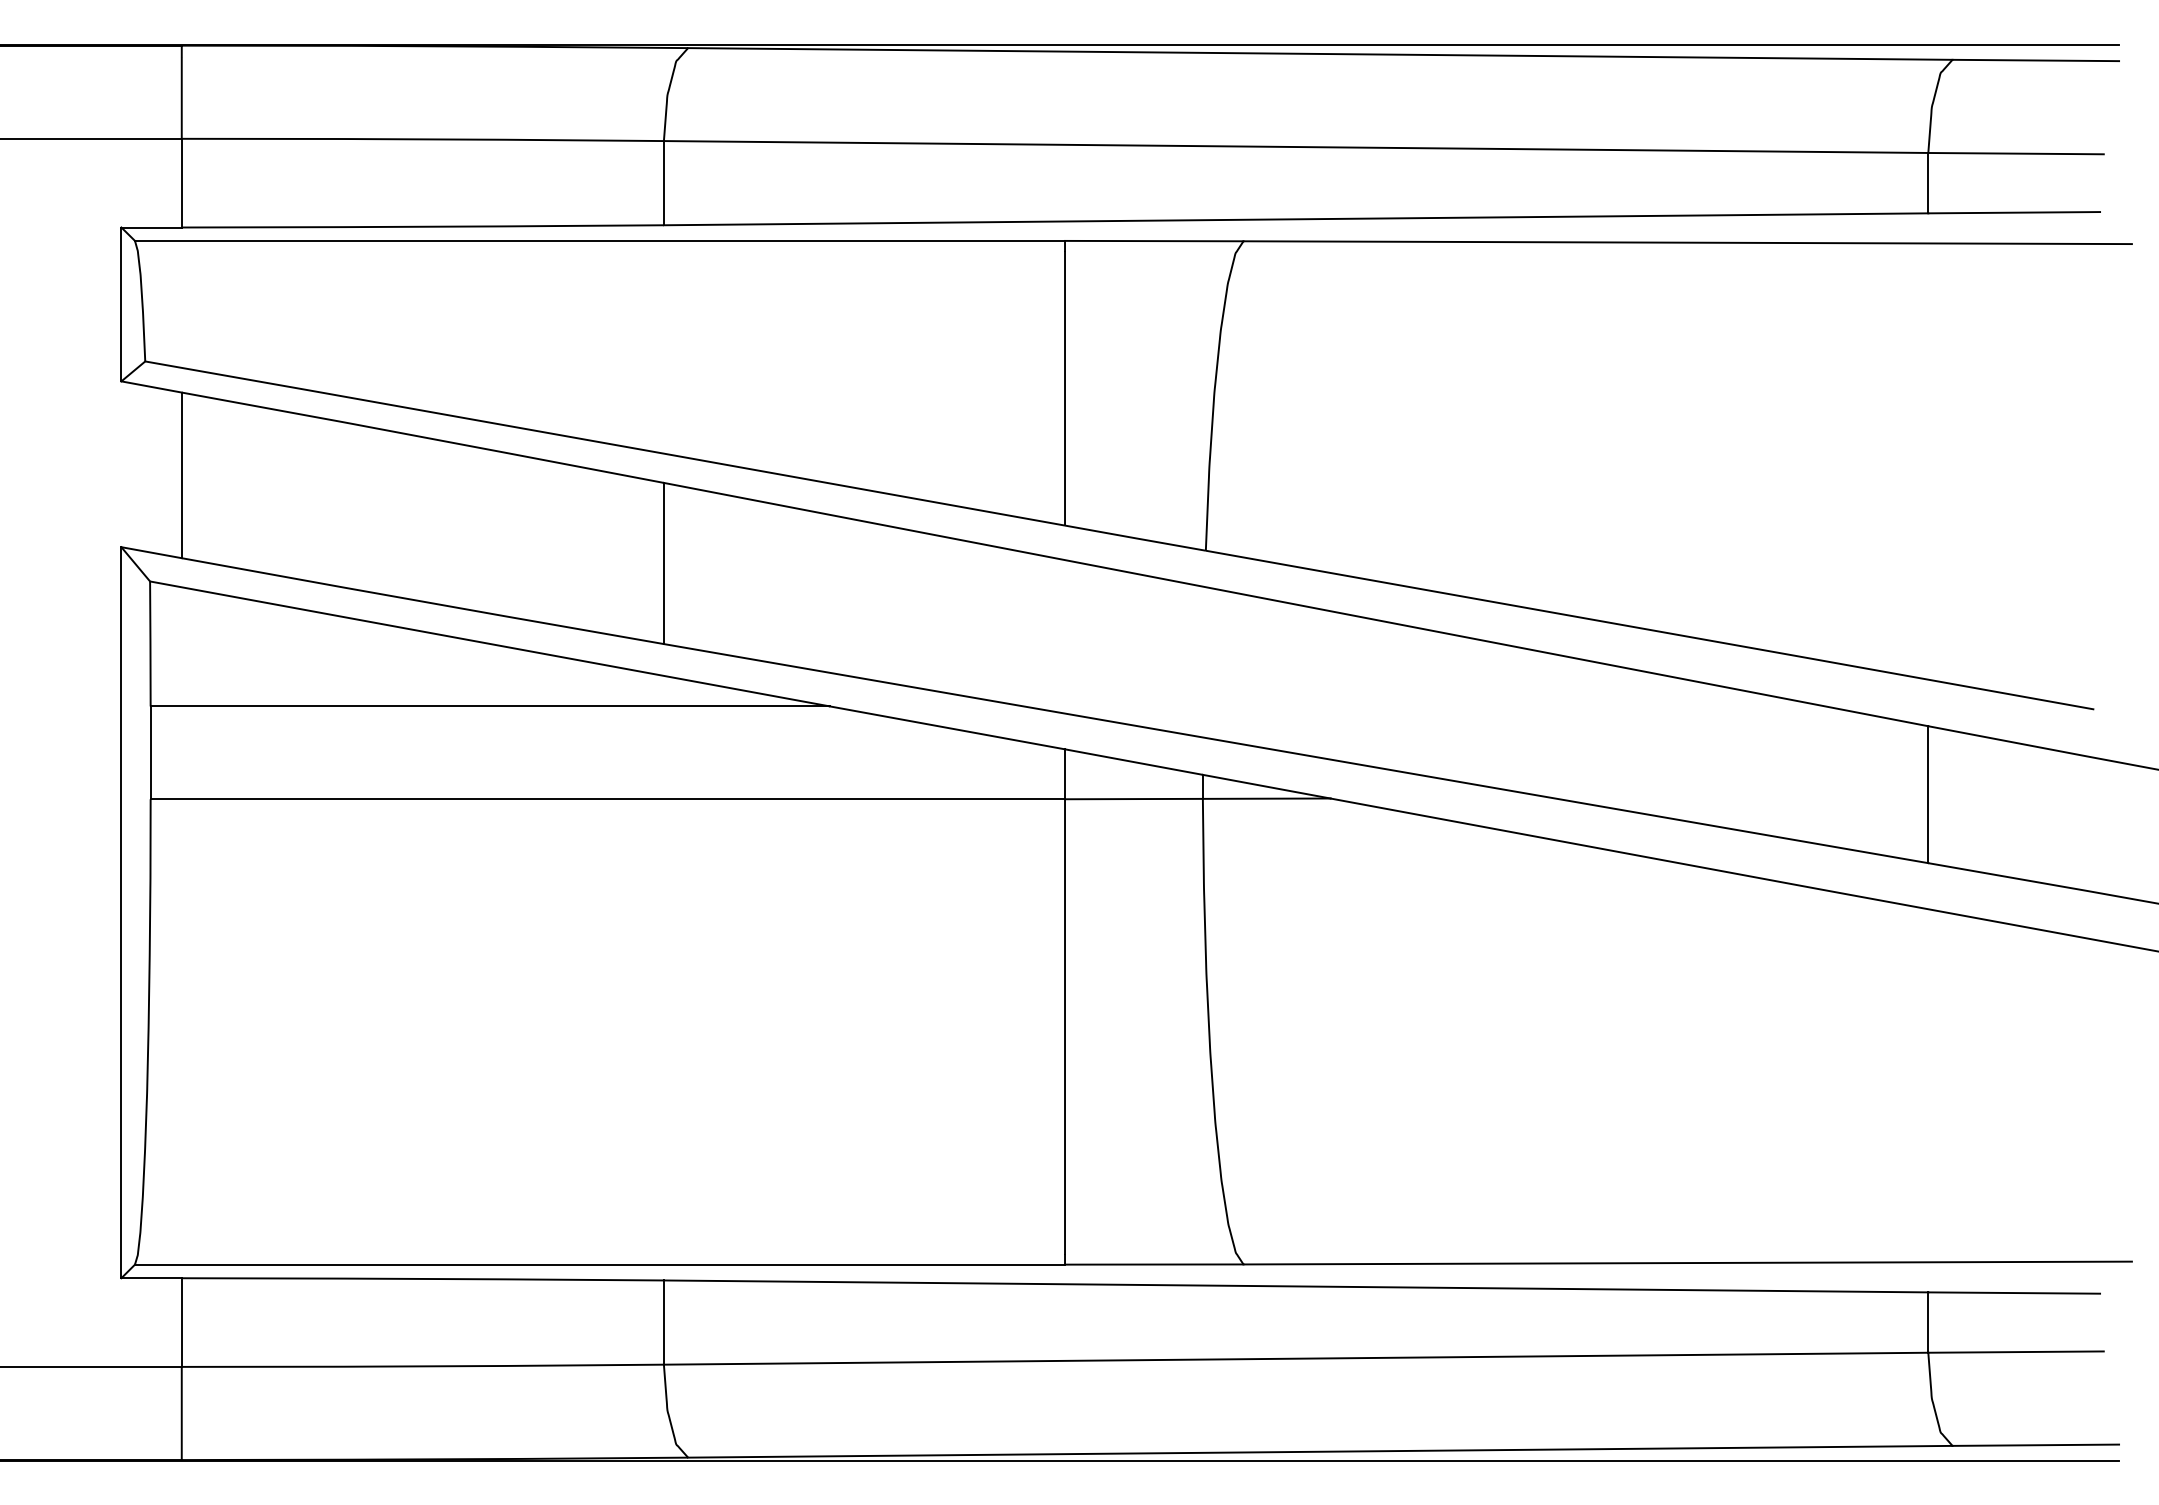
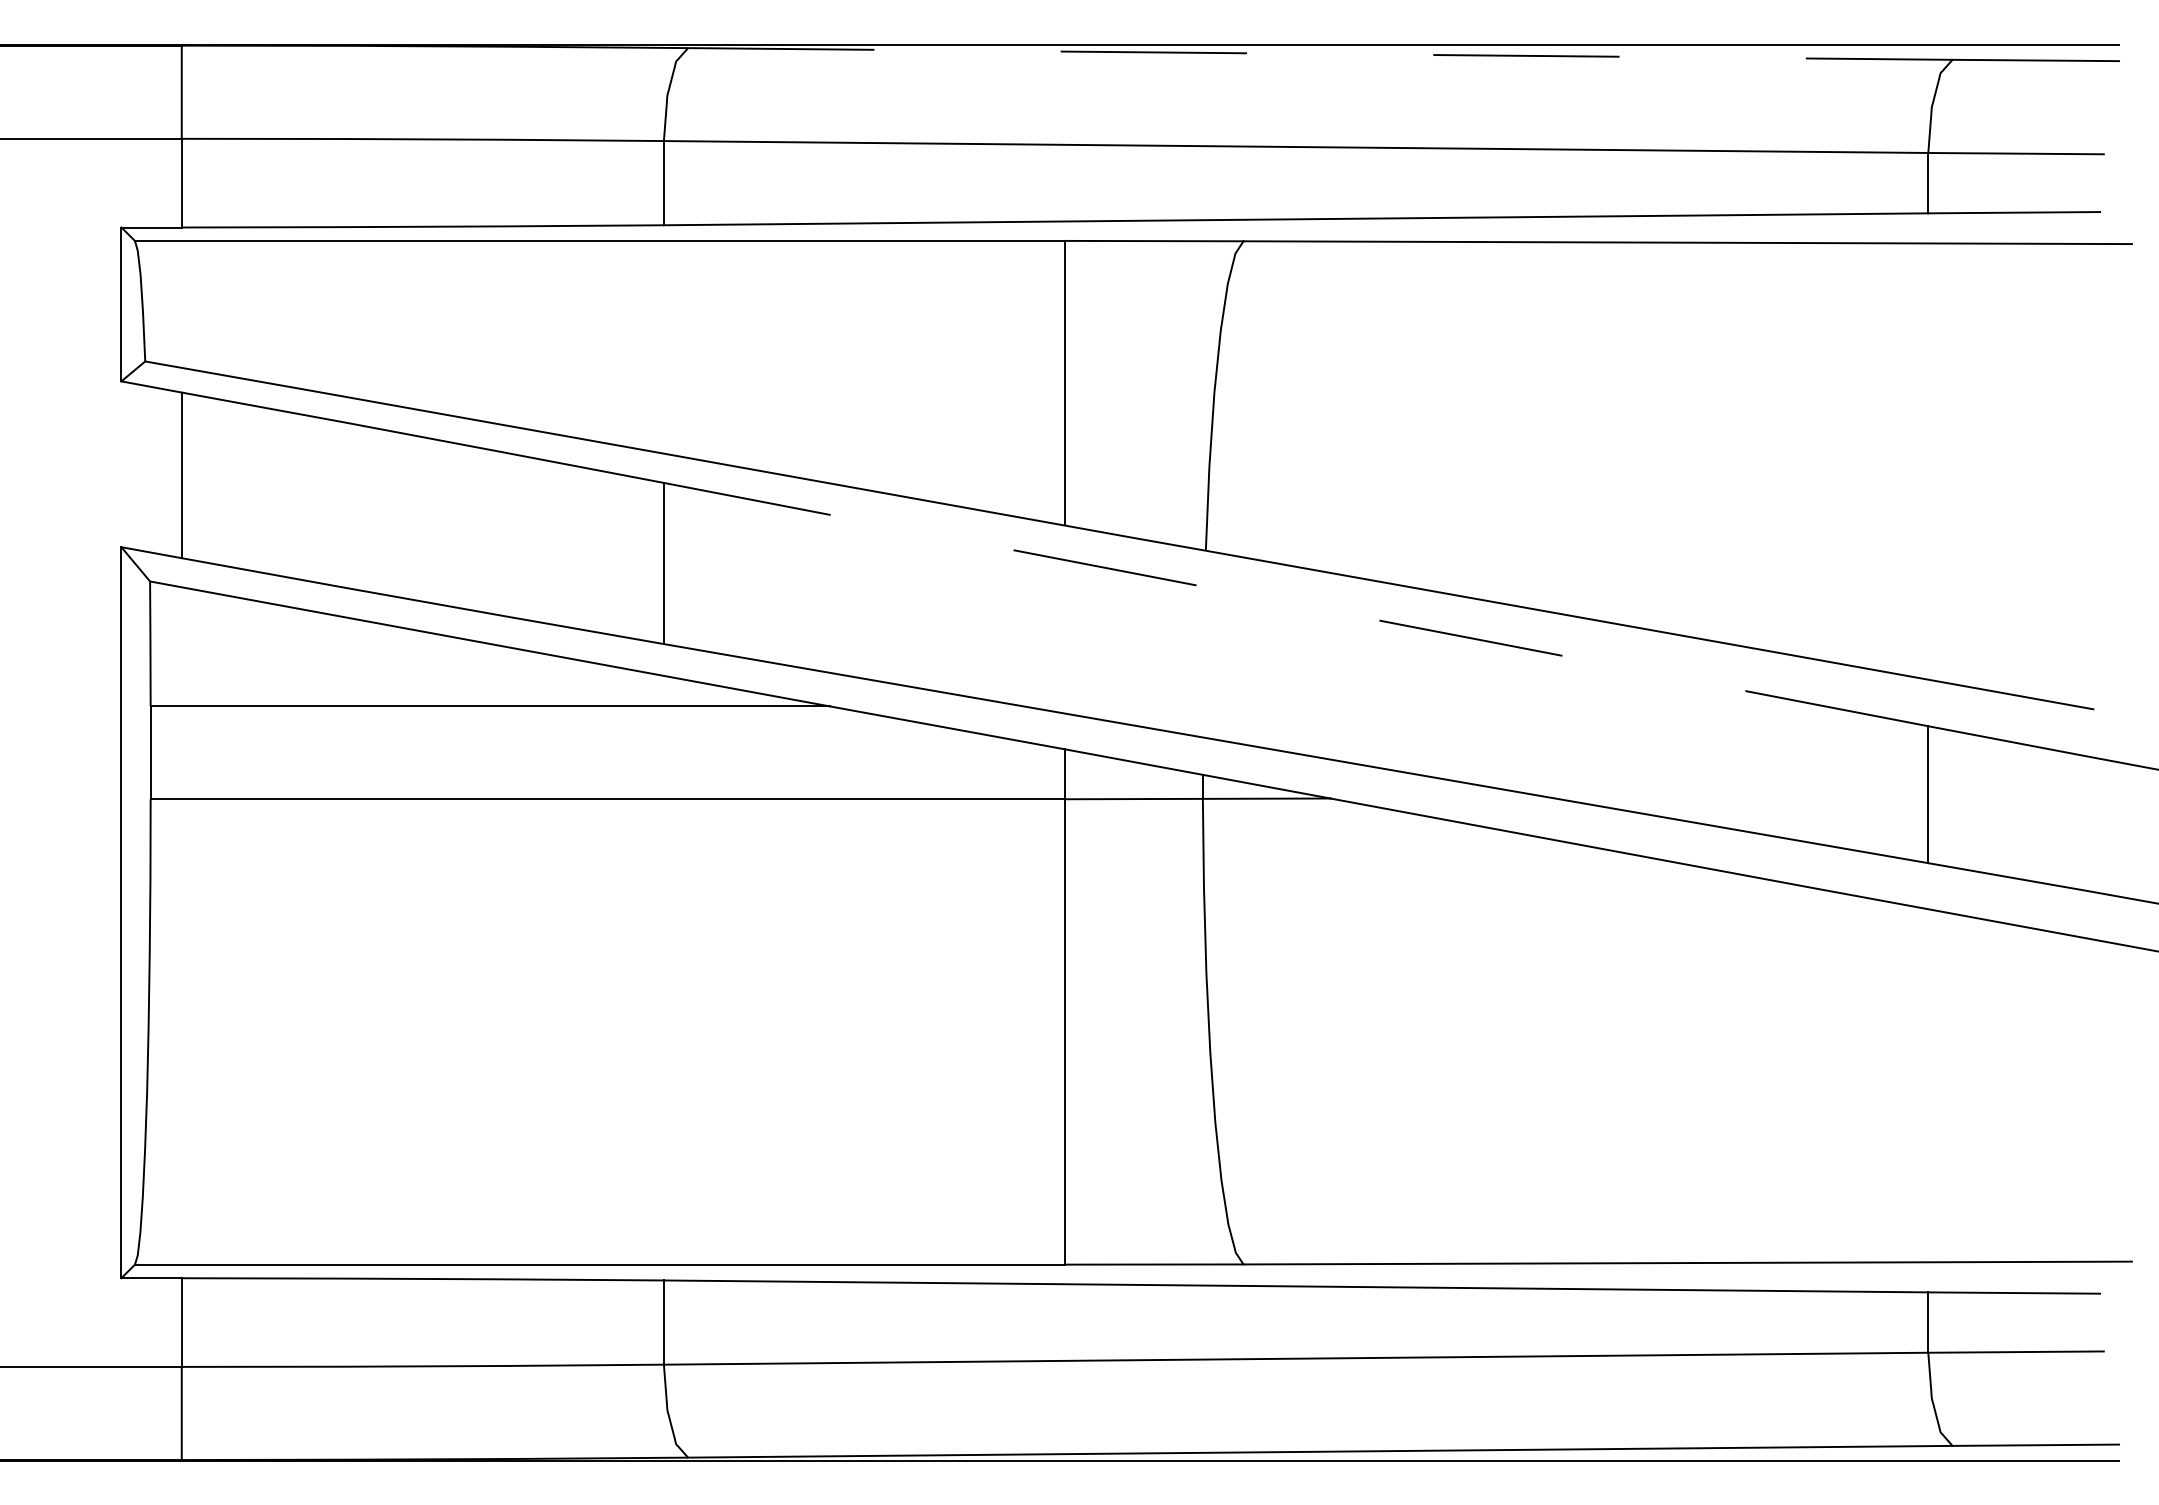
line at (1320, 53): solid -> dashed
line at (1296, 604): solid -> dashed
